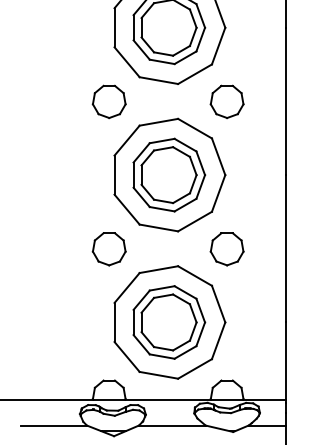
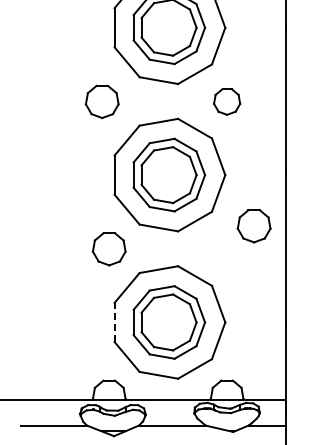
part at (108, 101) position: (108, 101) -> (101, 101)
part at (226, 101) size: 36x36 px -> 29x28 px
part at (226, 249) position: (226, 249) -> (253, 226)
line at (114, 322): solid -> dashed
